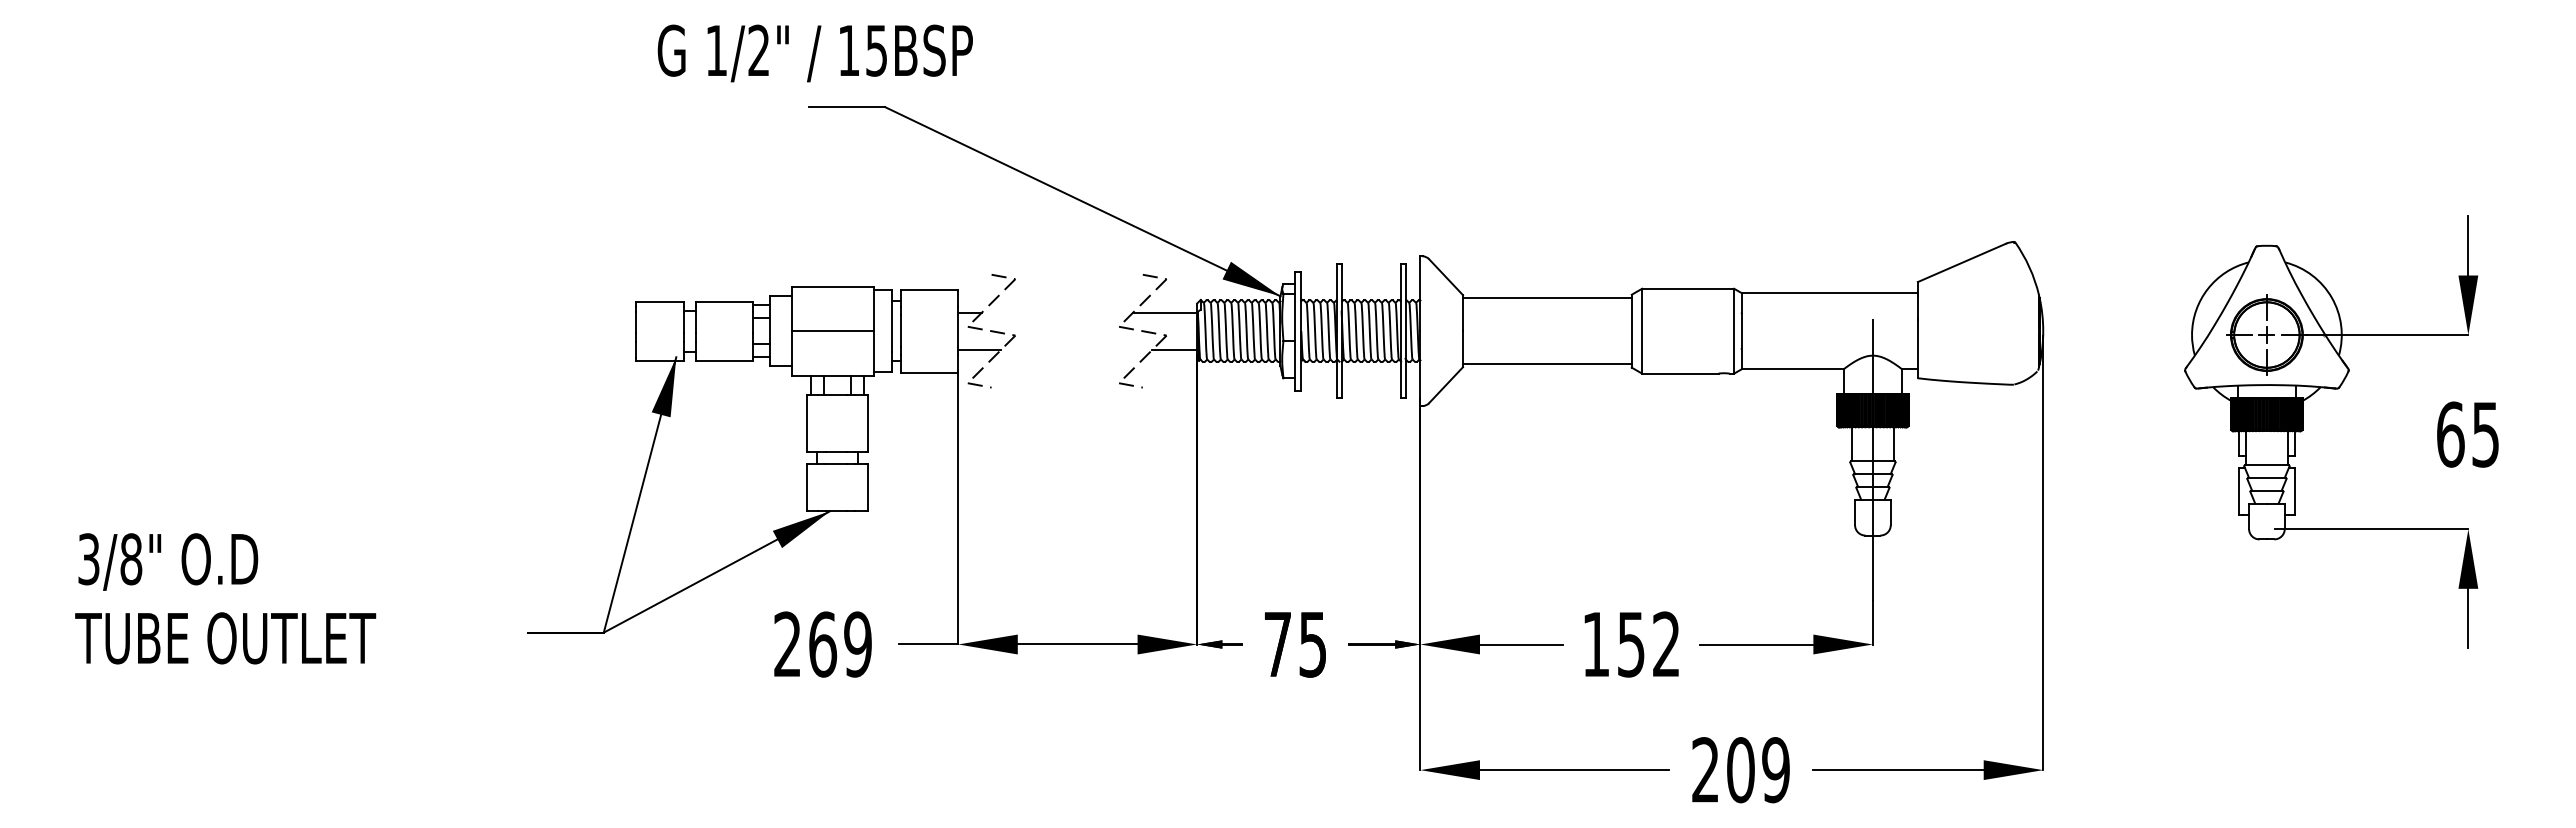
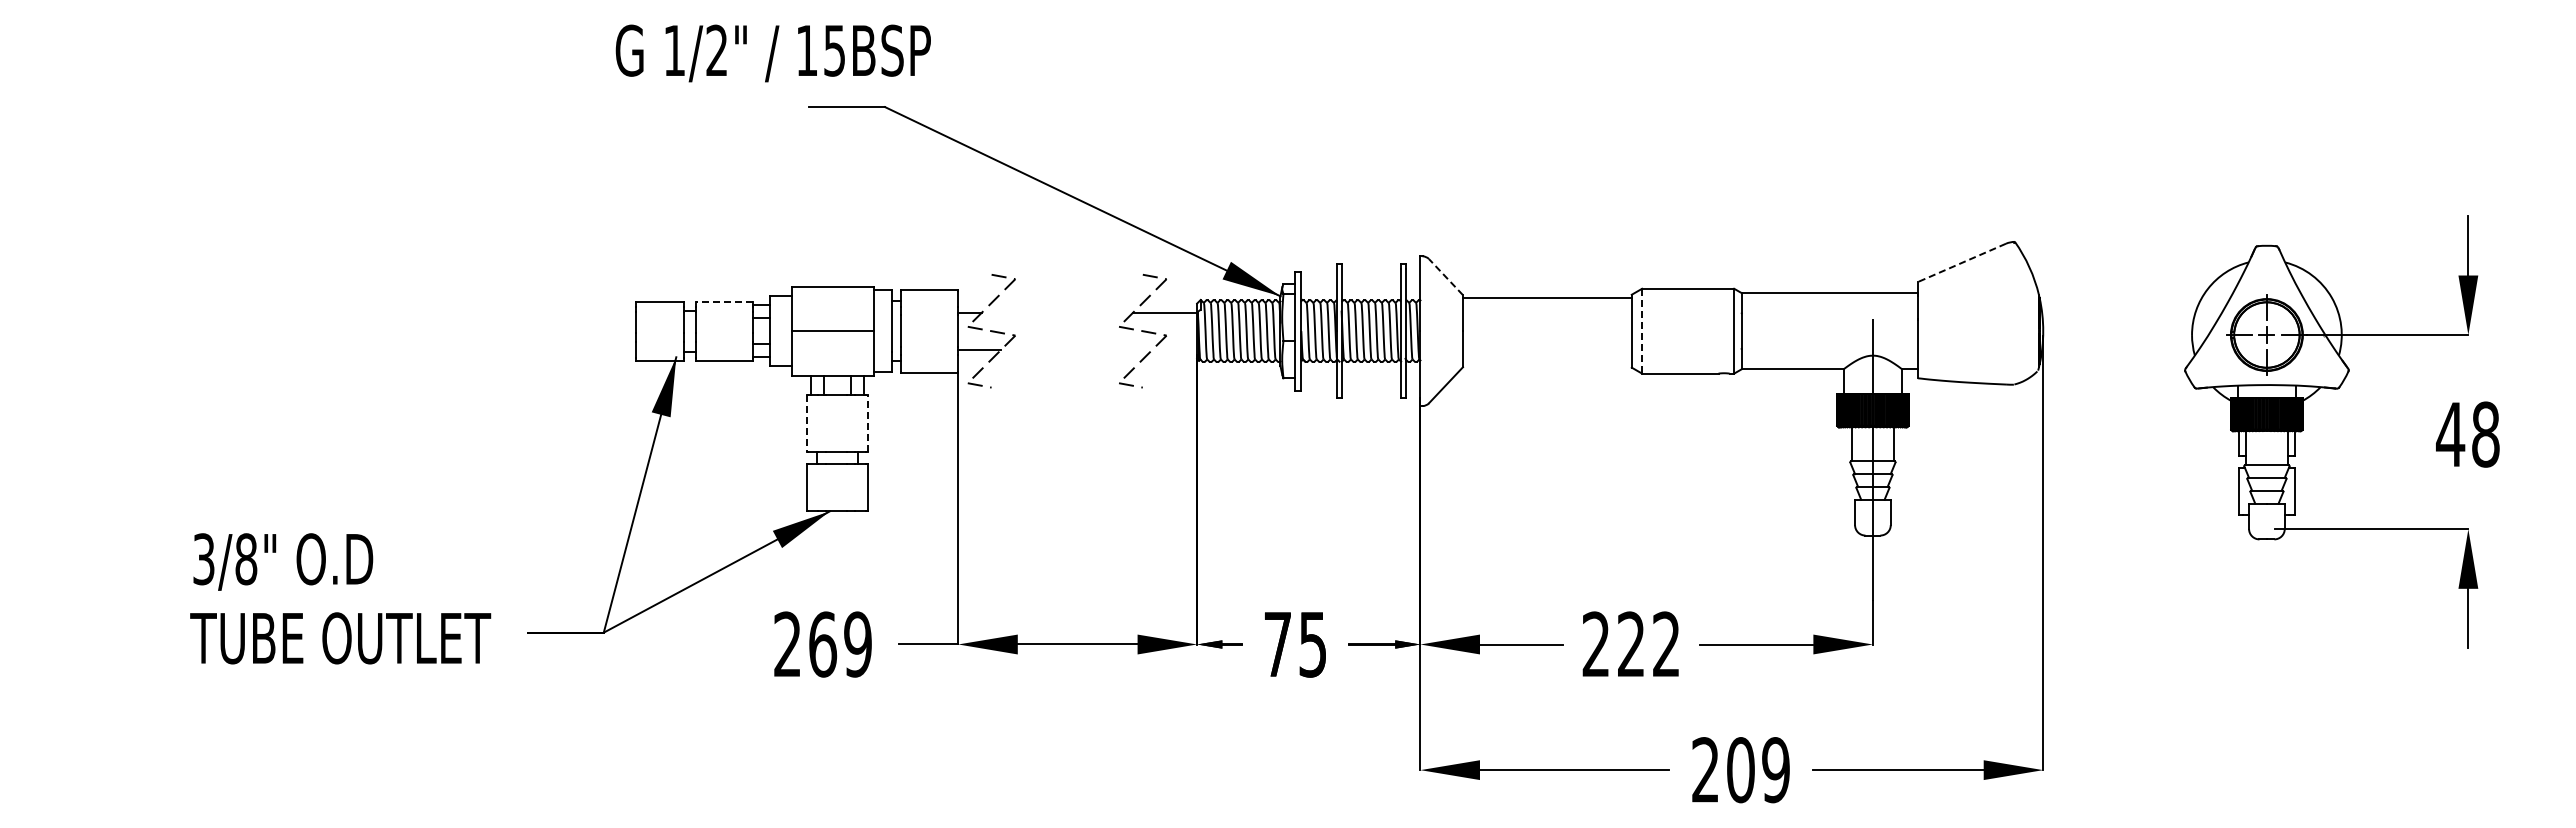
text at (814, 53) position: (814, 53) -> (772, 53)
line at (1961, 263): solid -> dashed
line at (1446, 277): solid -> dashed
line at (723, 301): solid -> dashed
line at (1642, 331): solid -> dashed
line at (1174, 349): present -> none
line at (1547, 364): present -> none
line at (867, 423): solid -> dashed
line at (807, 424): solid -> dashed
text at (2467, 434): 65 -> 48
text at (225, 598) position: (225, 598) -> (340, 598)
text at (1613, 644): 152 -> 222
